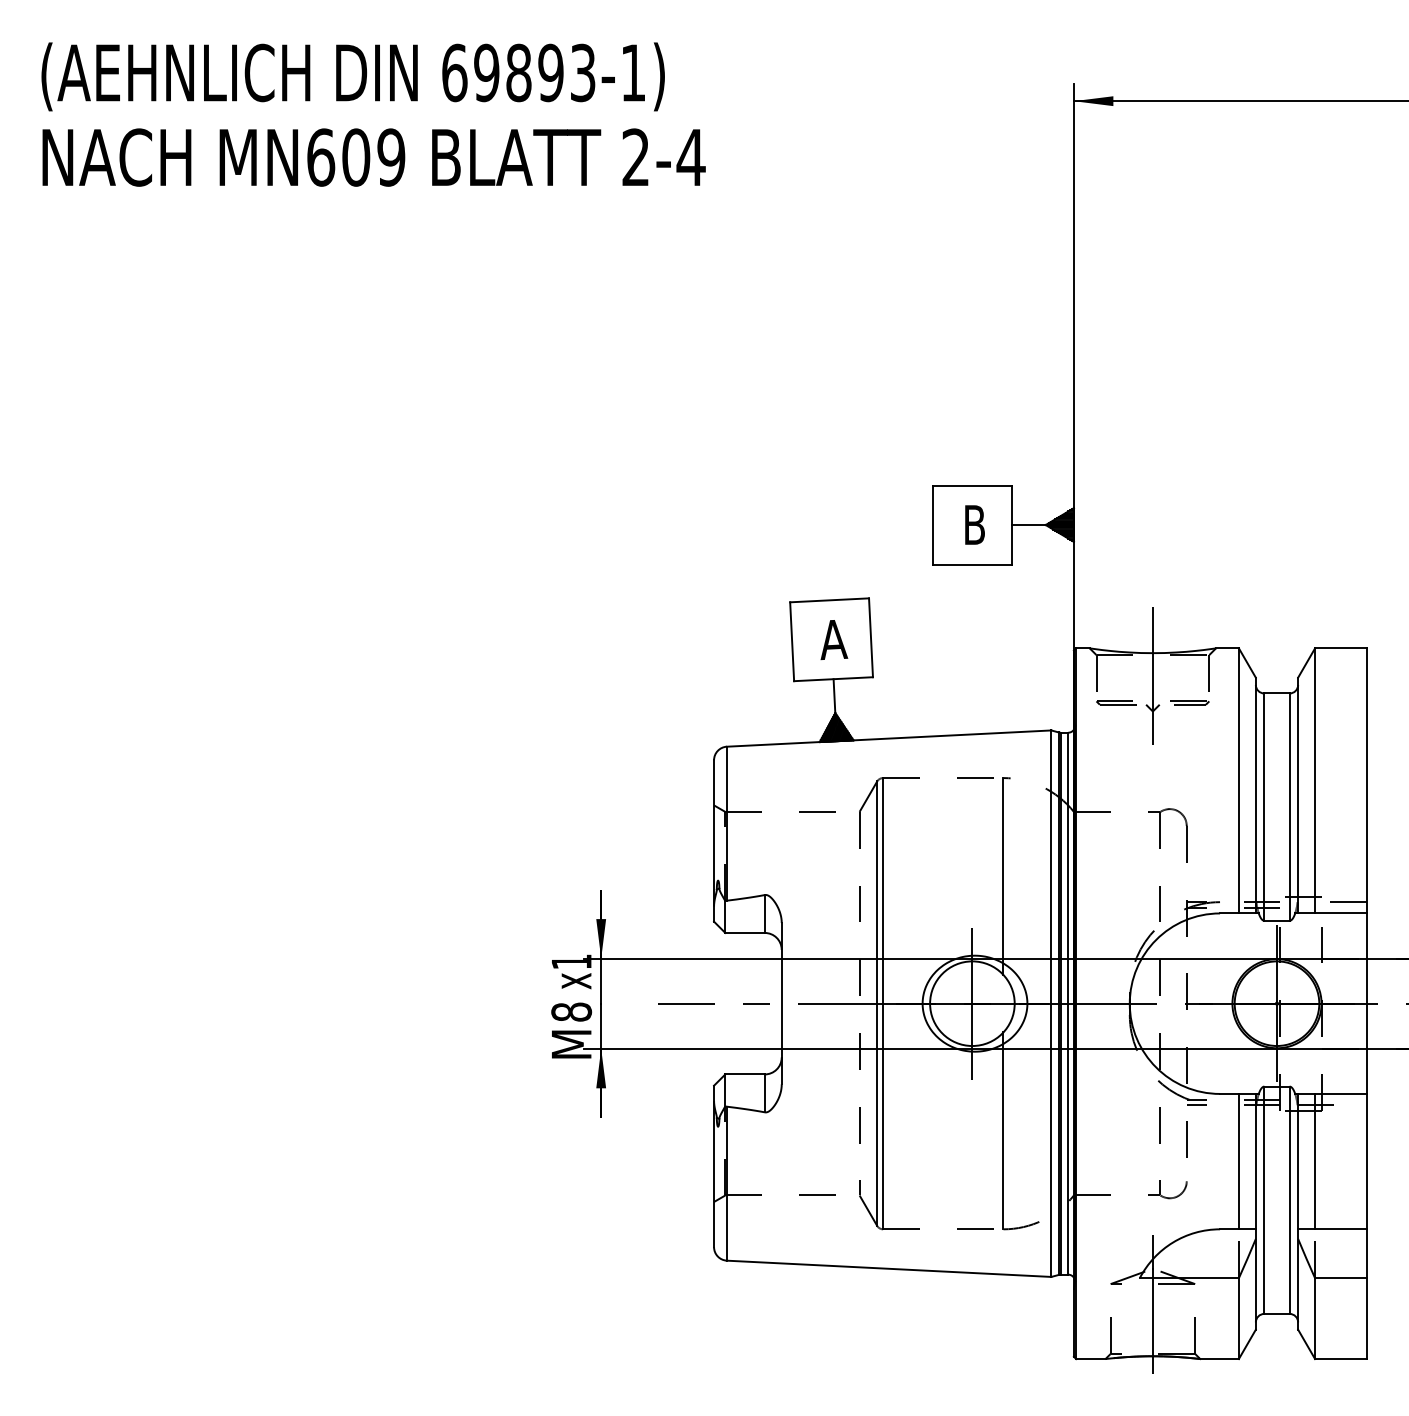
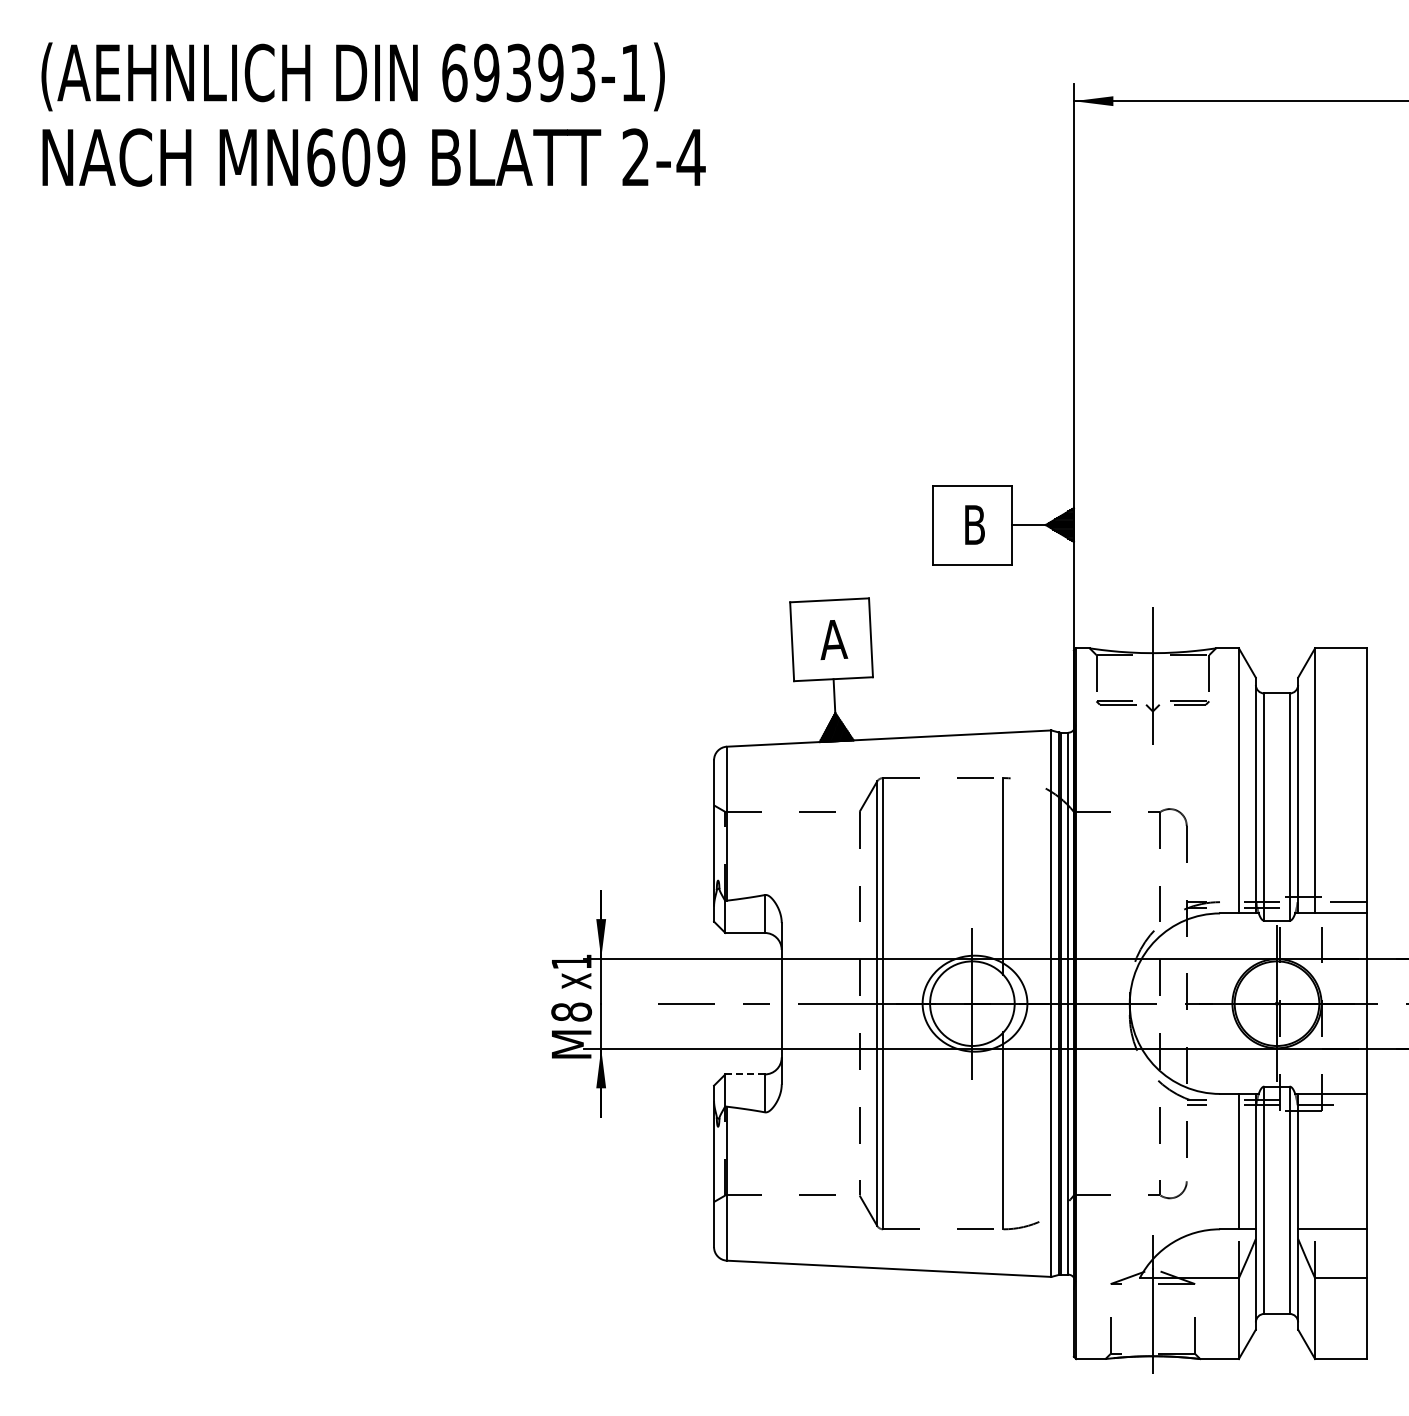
text at (518, 72): 69893-1) -> 69393-1)
line at (745, 1074): solid -> dashed
line at (1315, 1161): present -> none
